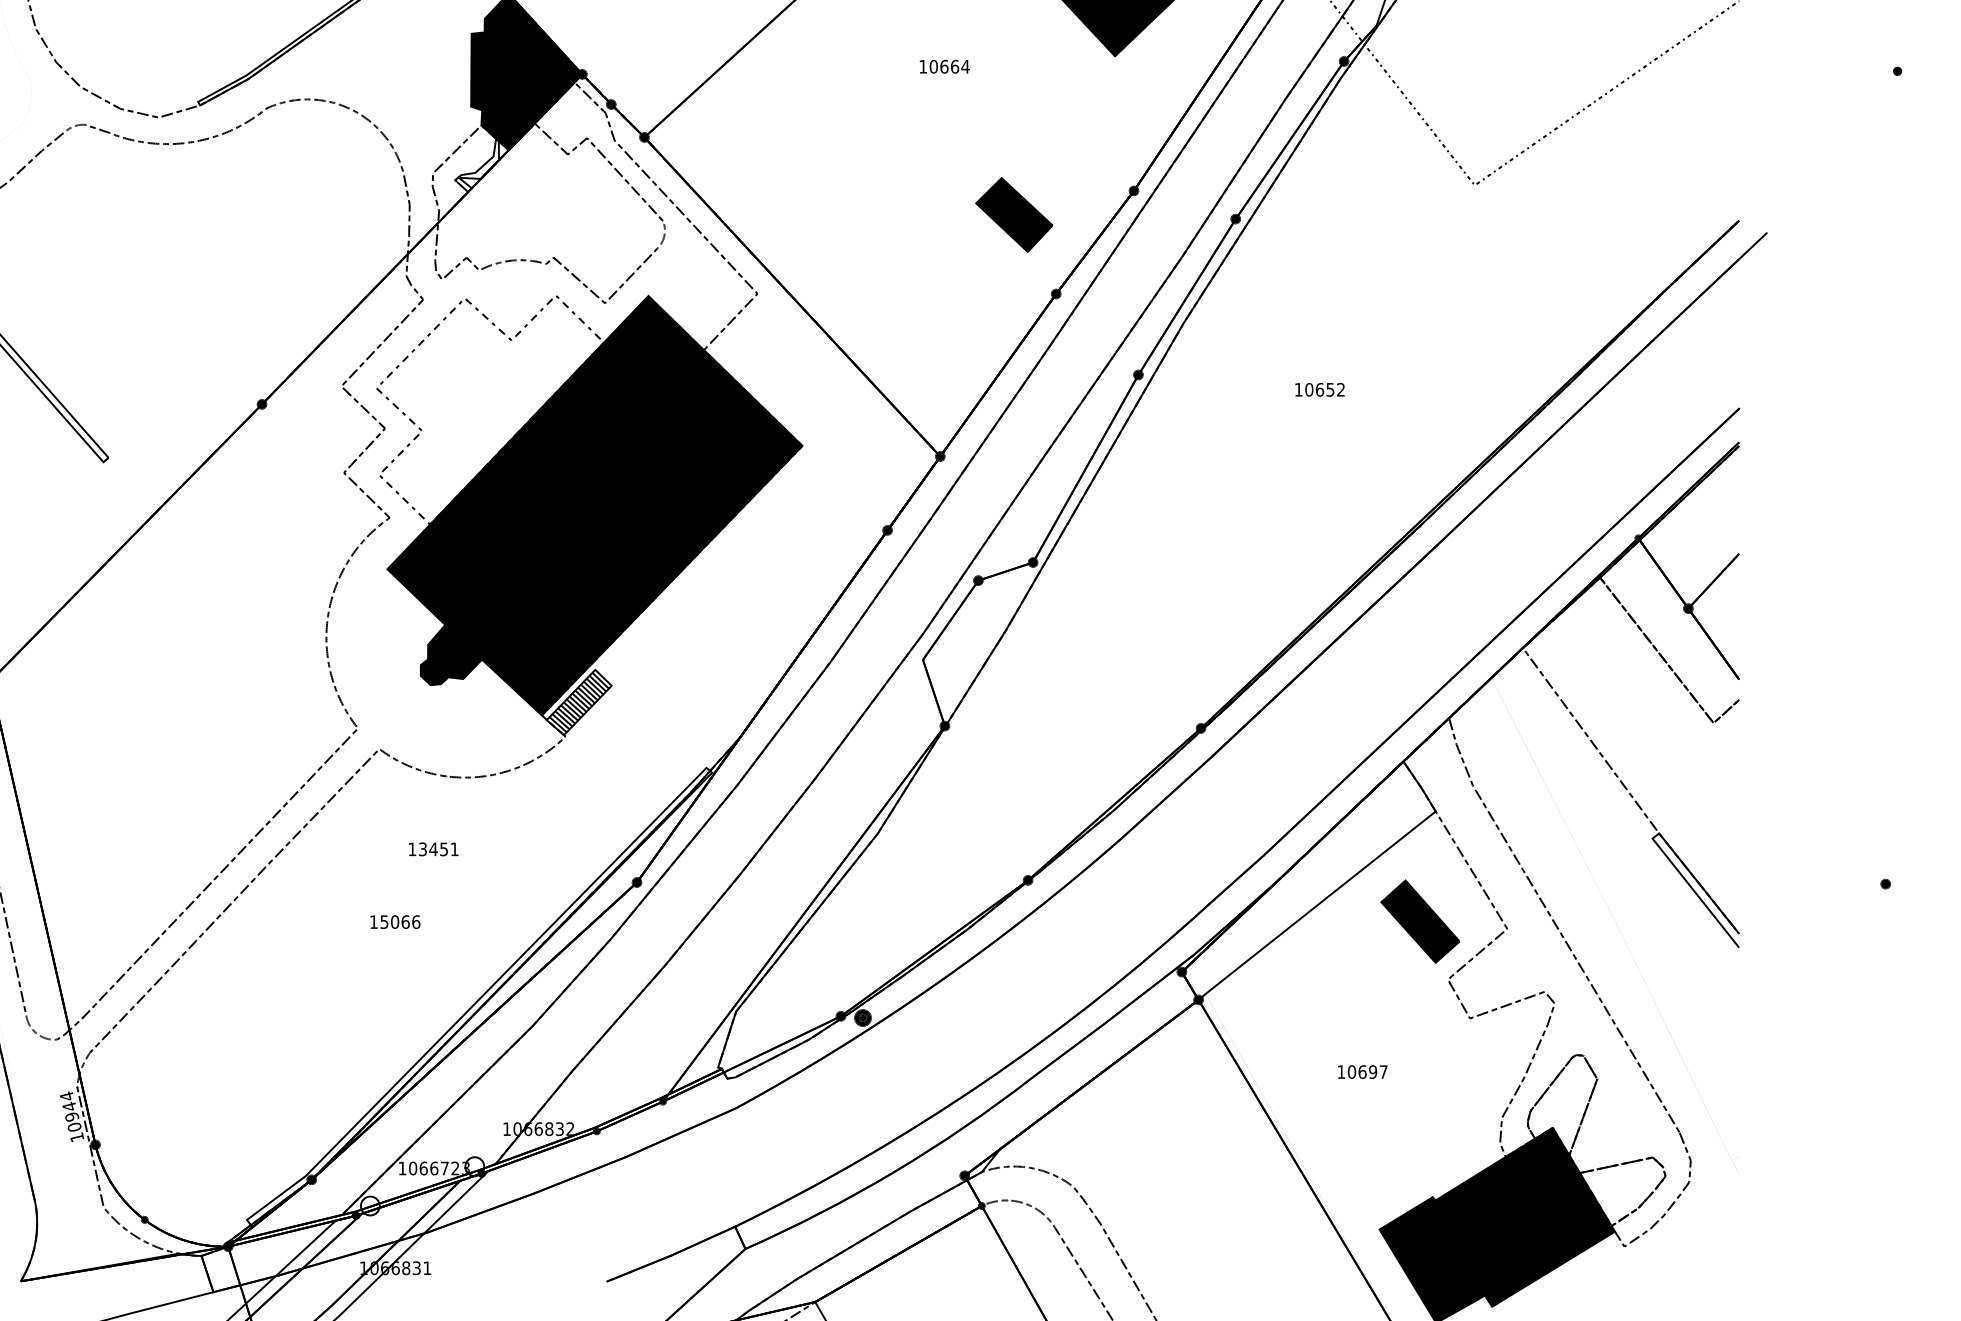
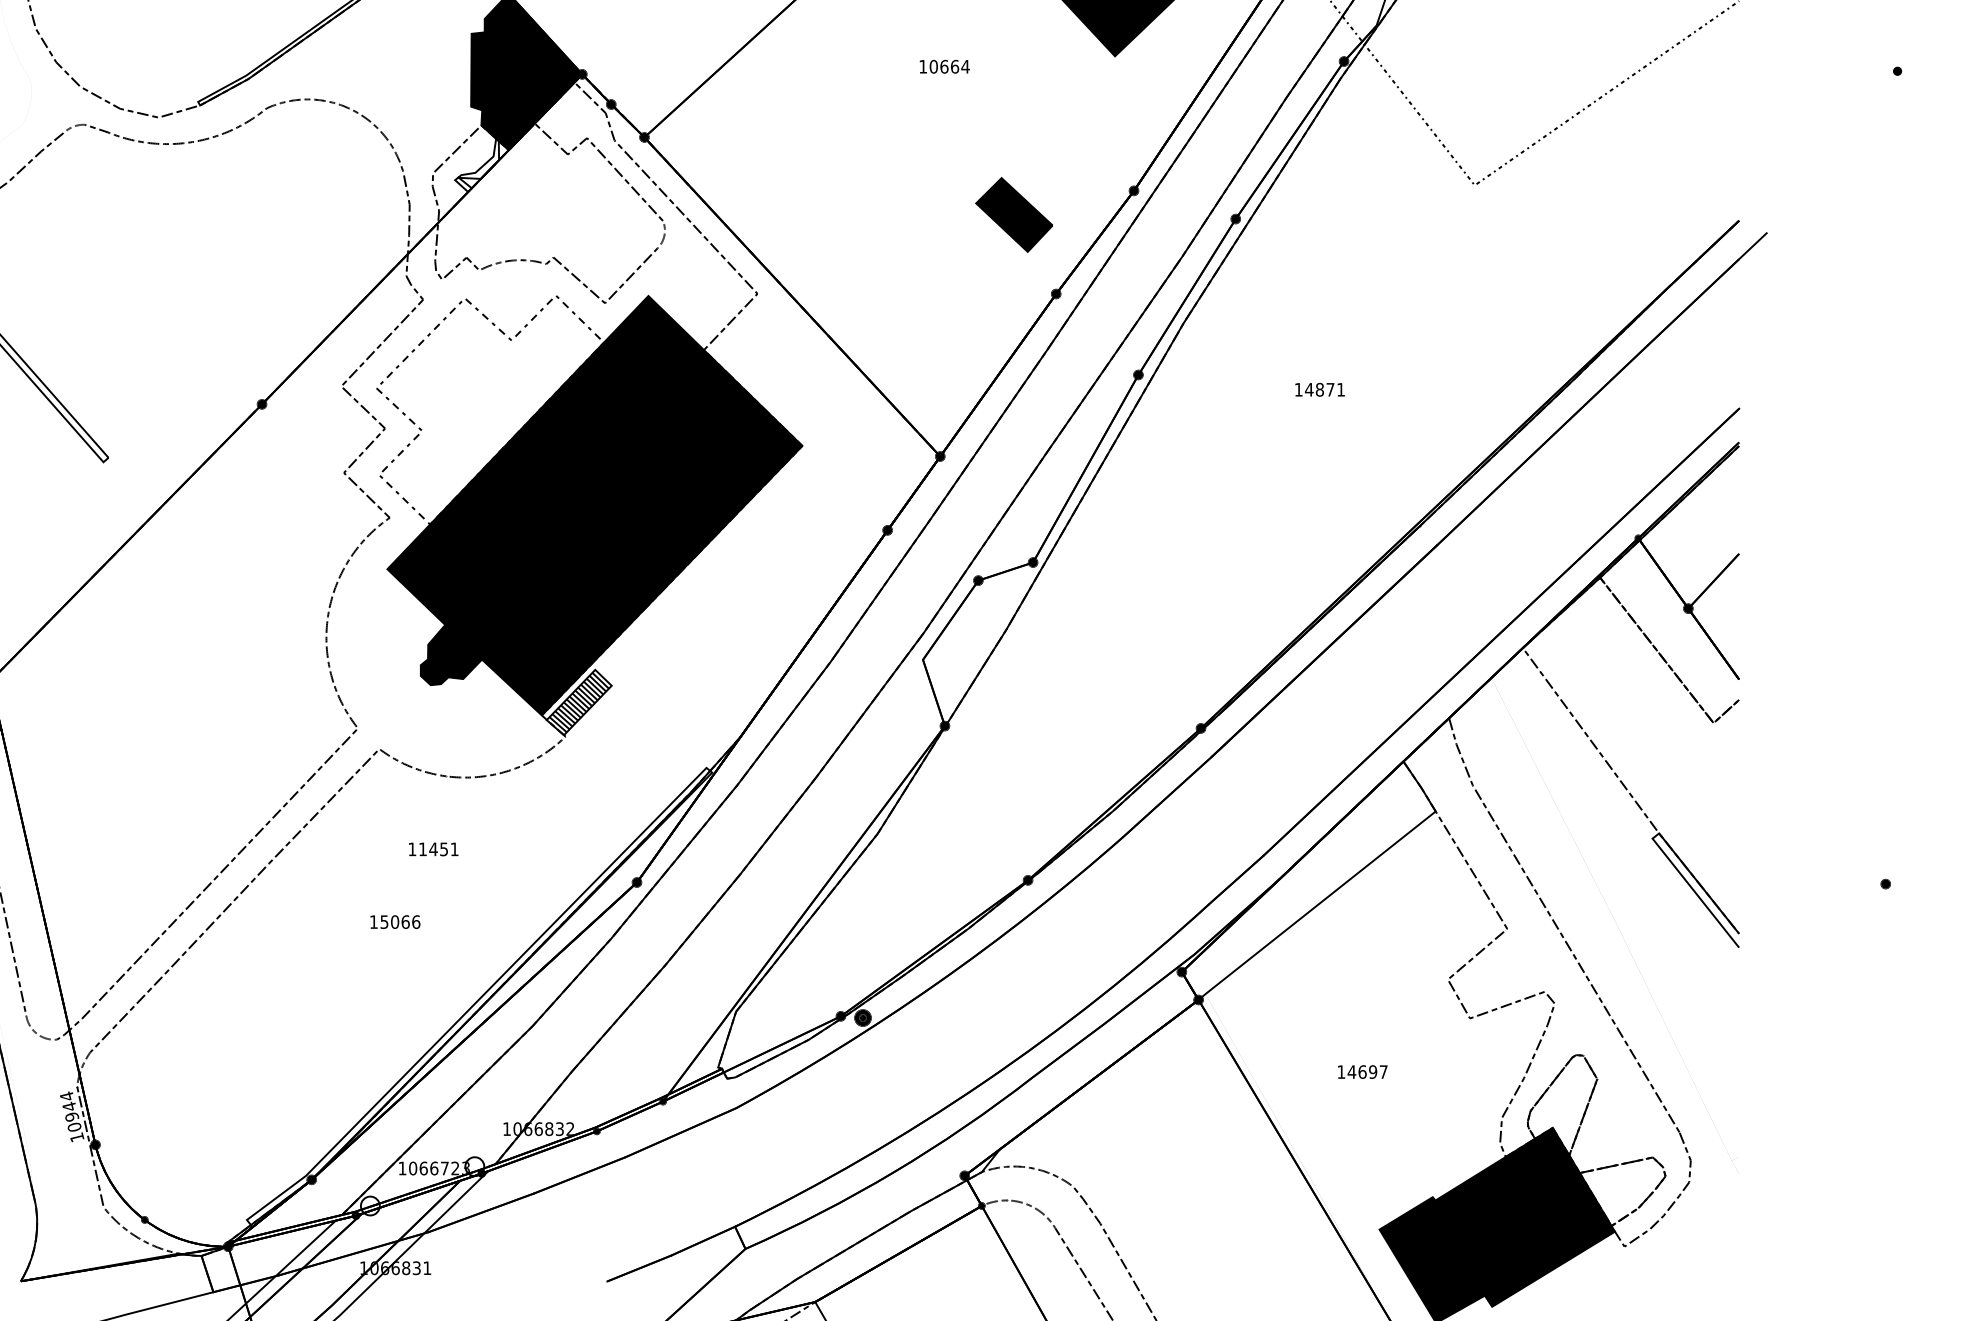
text at (1324, 389): 10652 -> 14871
text at (422, 849): 13451 -> 11451
part at (1419, 921): present -> none
text at (1351, 1071): 10697 -> 14697
